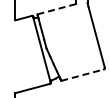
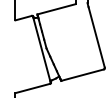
line at (56, 9): dashed -> solid
line at (83, 75): dashed -> solid
